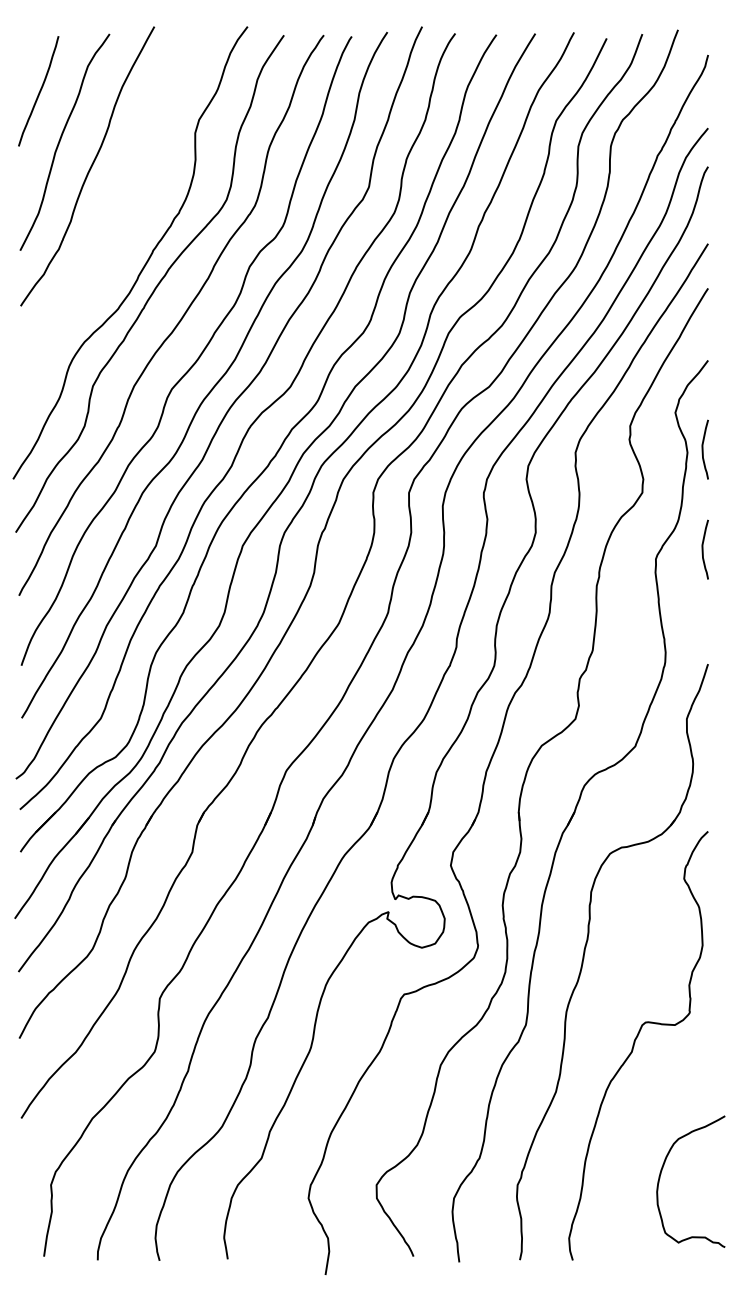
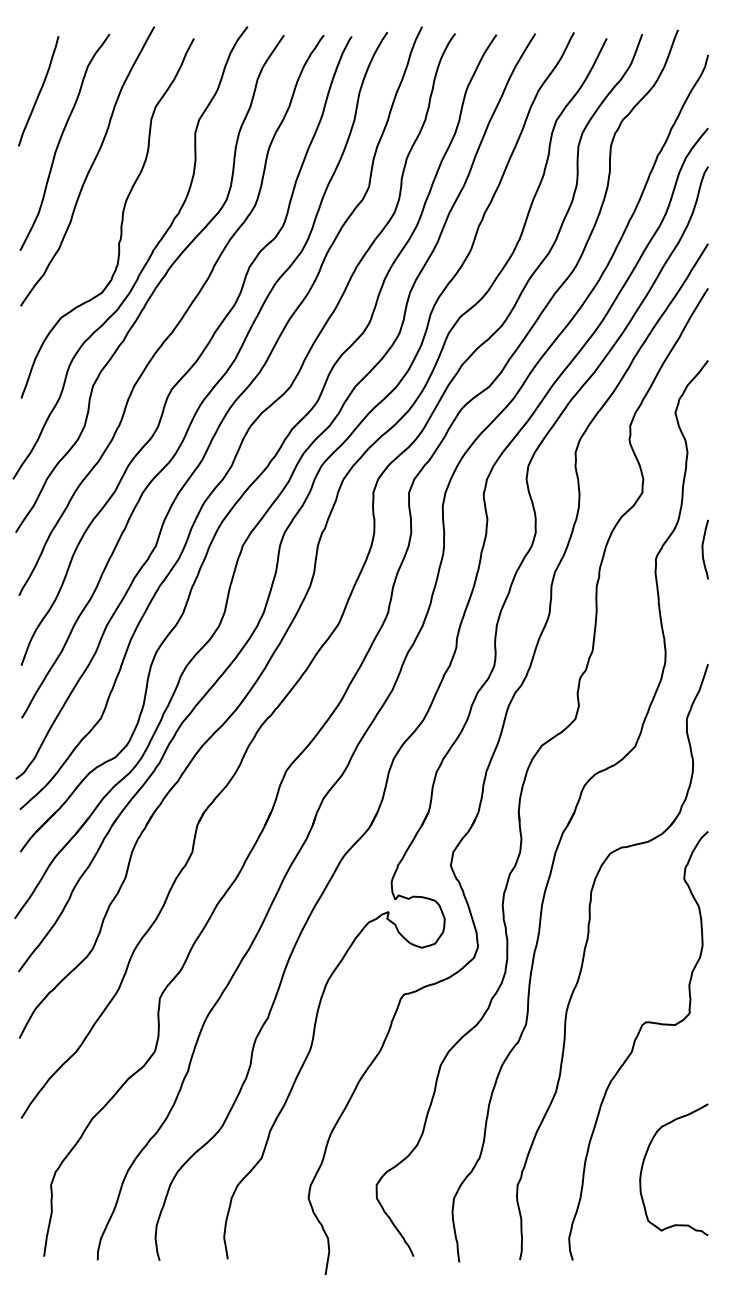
curve at (121, 218): none -> present
curve at (703, 449): present -> none
curve at (661, 1174) position: (661, 1174) -> (644, 1162)
